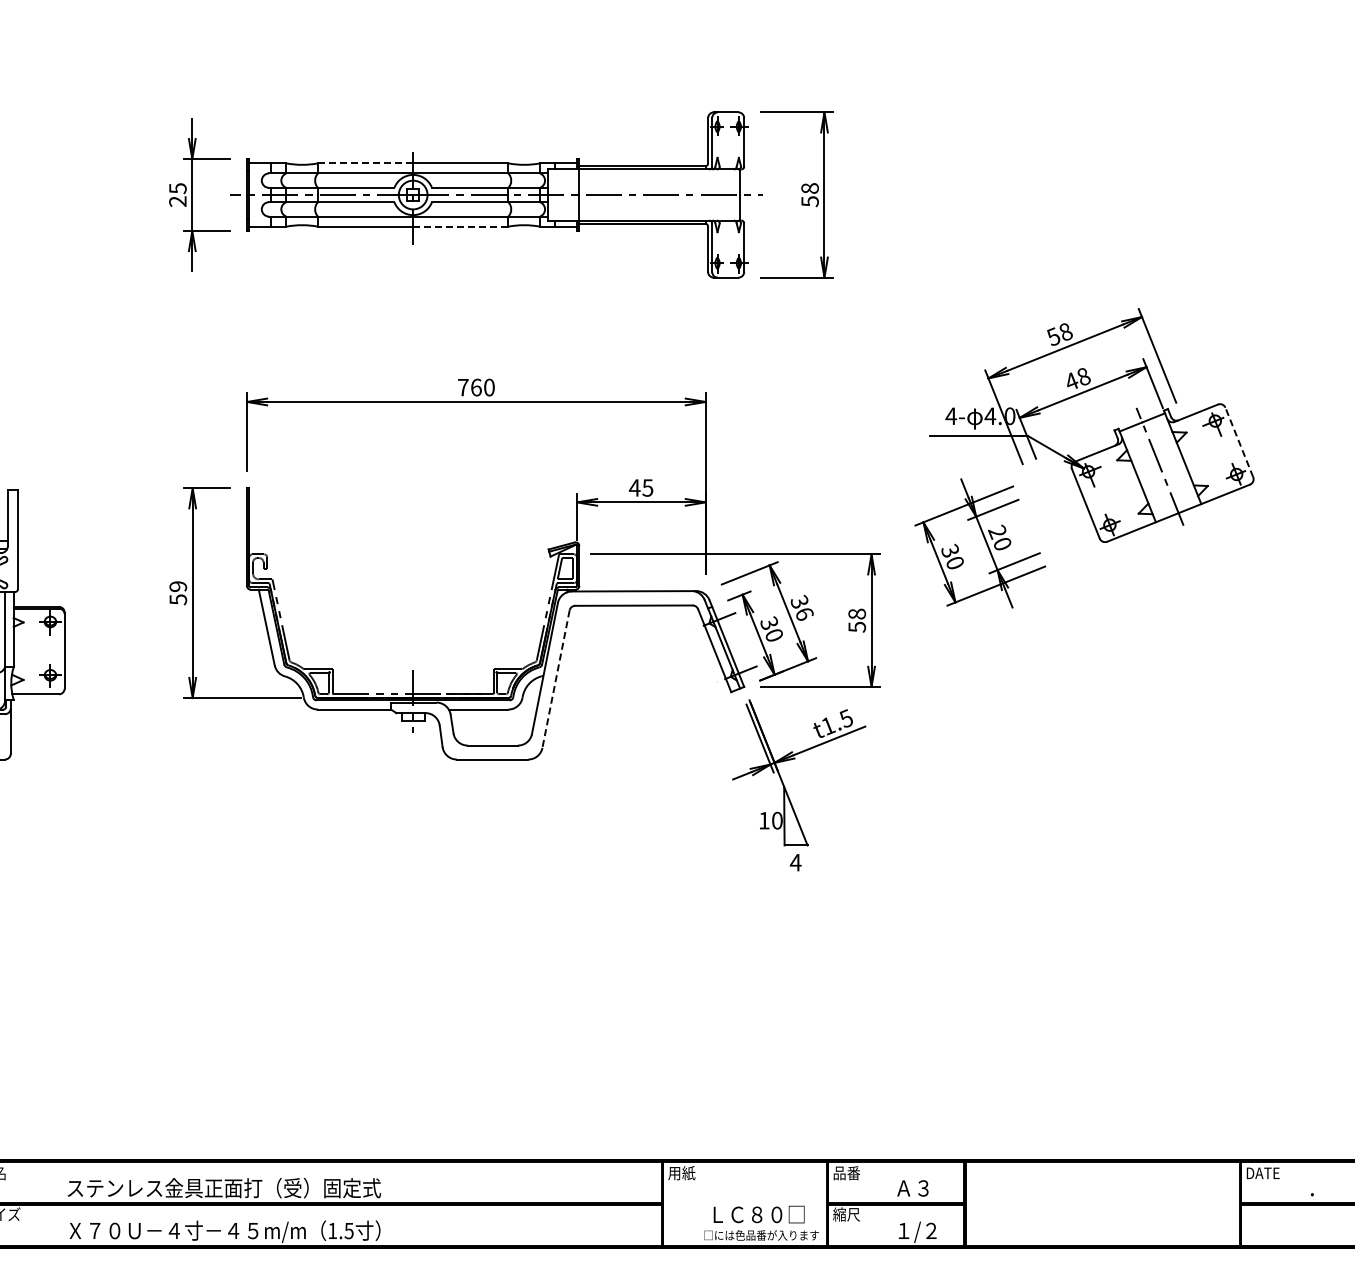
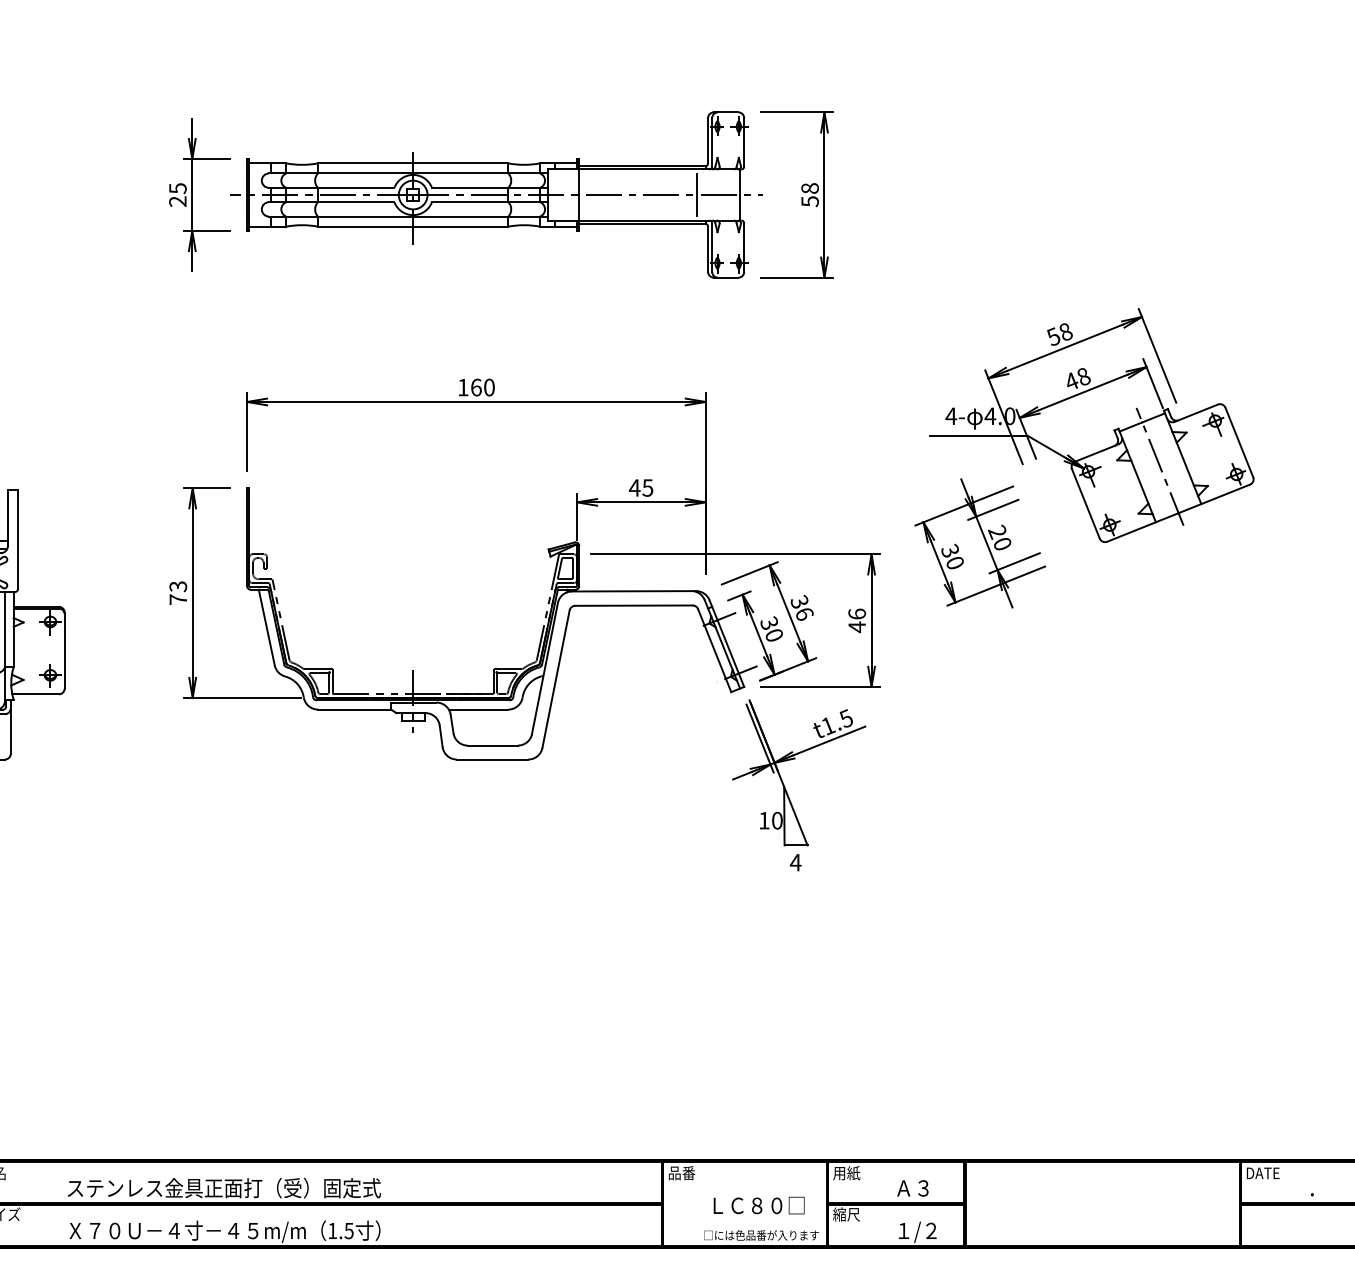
line at (365, 163): dashed -> solid
line at (696, 195): none -> present
line at (460, 226): dashed -> solid
text at (463, 387): 760 -> 160
line at (1239, 442): dashed -> solid
text at (178, 593): 59 -> 73
text at (857, 620): 58 -> 46
line at (555, 679): dashed -> solid
text at (681, 1173): 用紙 -> 品番
text at (846, 1173): 品番 -> 用紙
text at (758, 1214) position: (758, 1214) -> (758, 1205)
